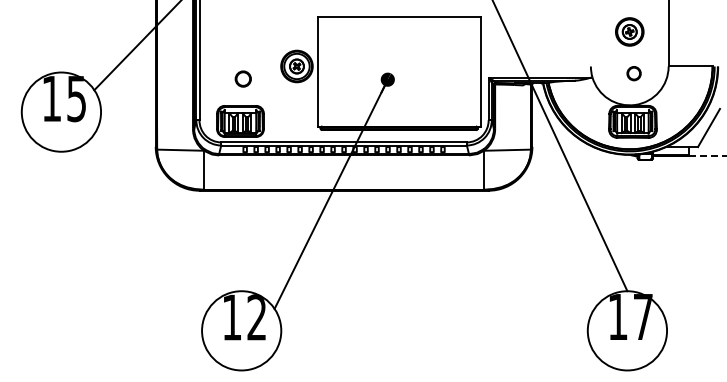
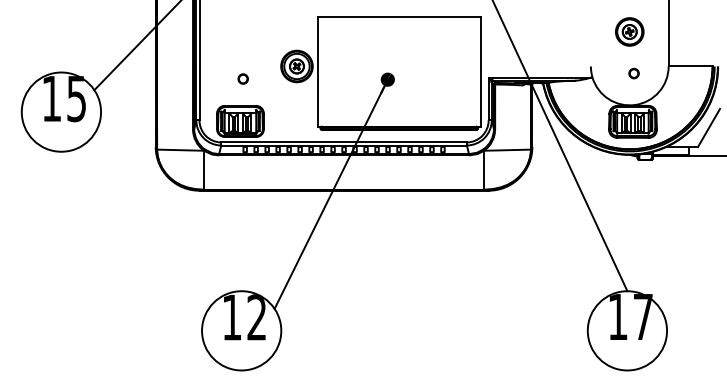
part at (633, 73) size: 16x16 px -> 12x13 px
part at (242, 78) size: 18x18 px -> 12x12 px
line at (707, 156): dashed -> solid
